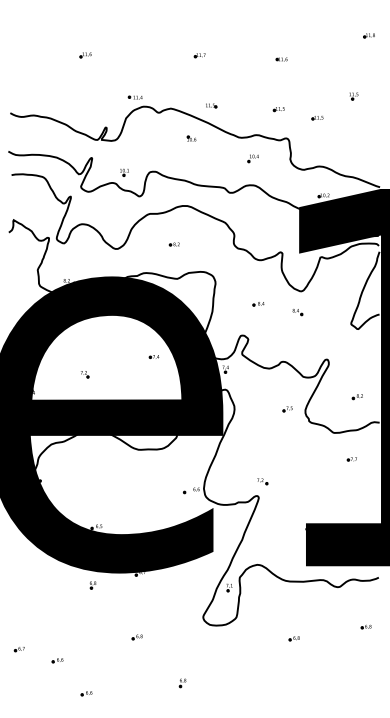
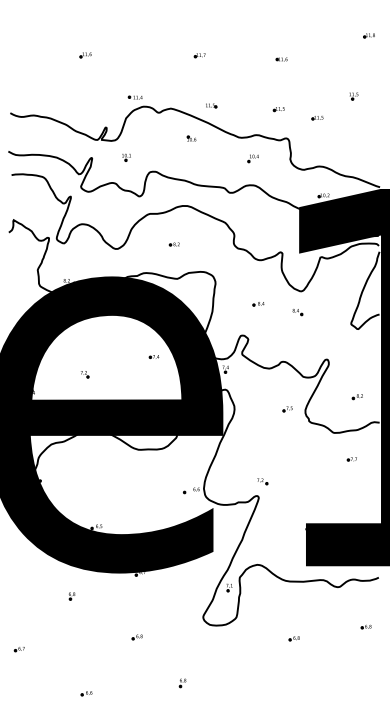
part at (124, 172) position: (124, 172) -> (126, 157)
part at (92, 585) position: (92, 585) -> (71, 596)
part at (57, 660): present -> none
